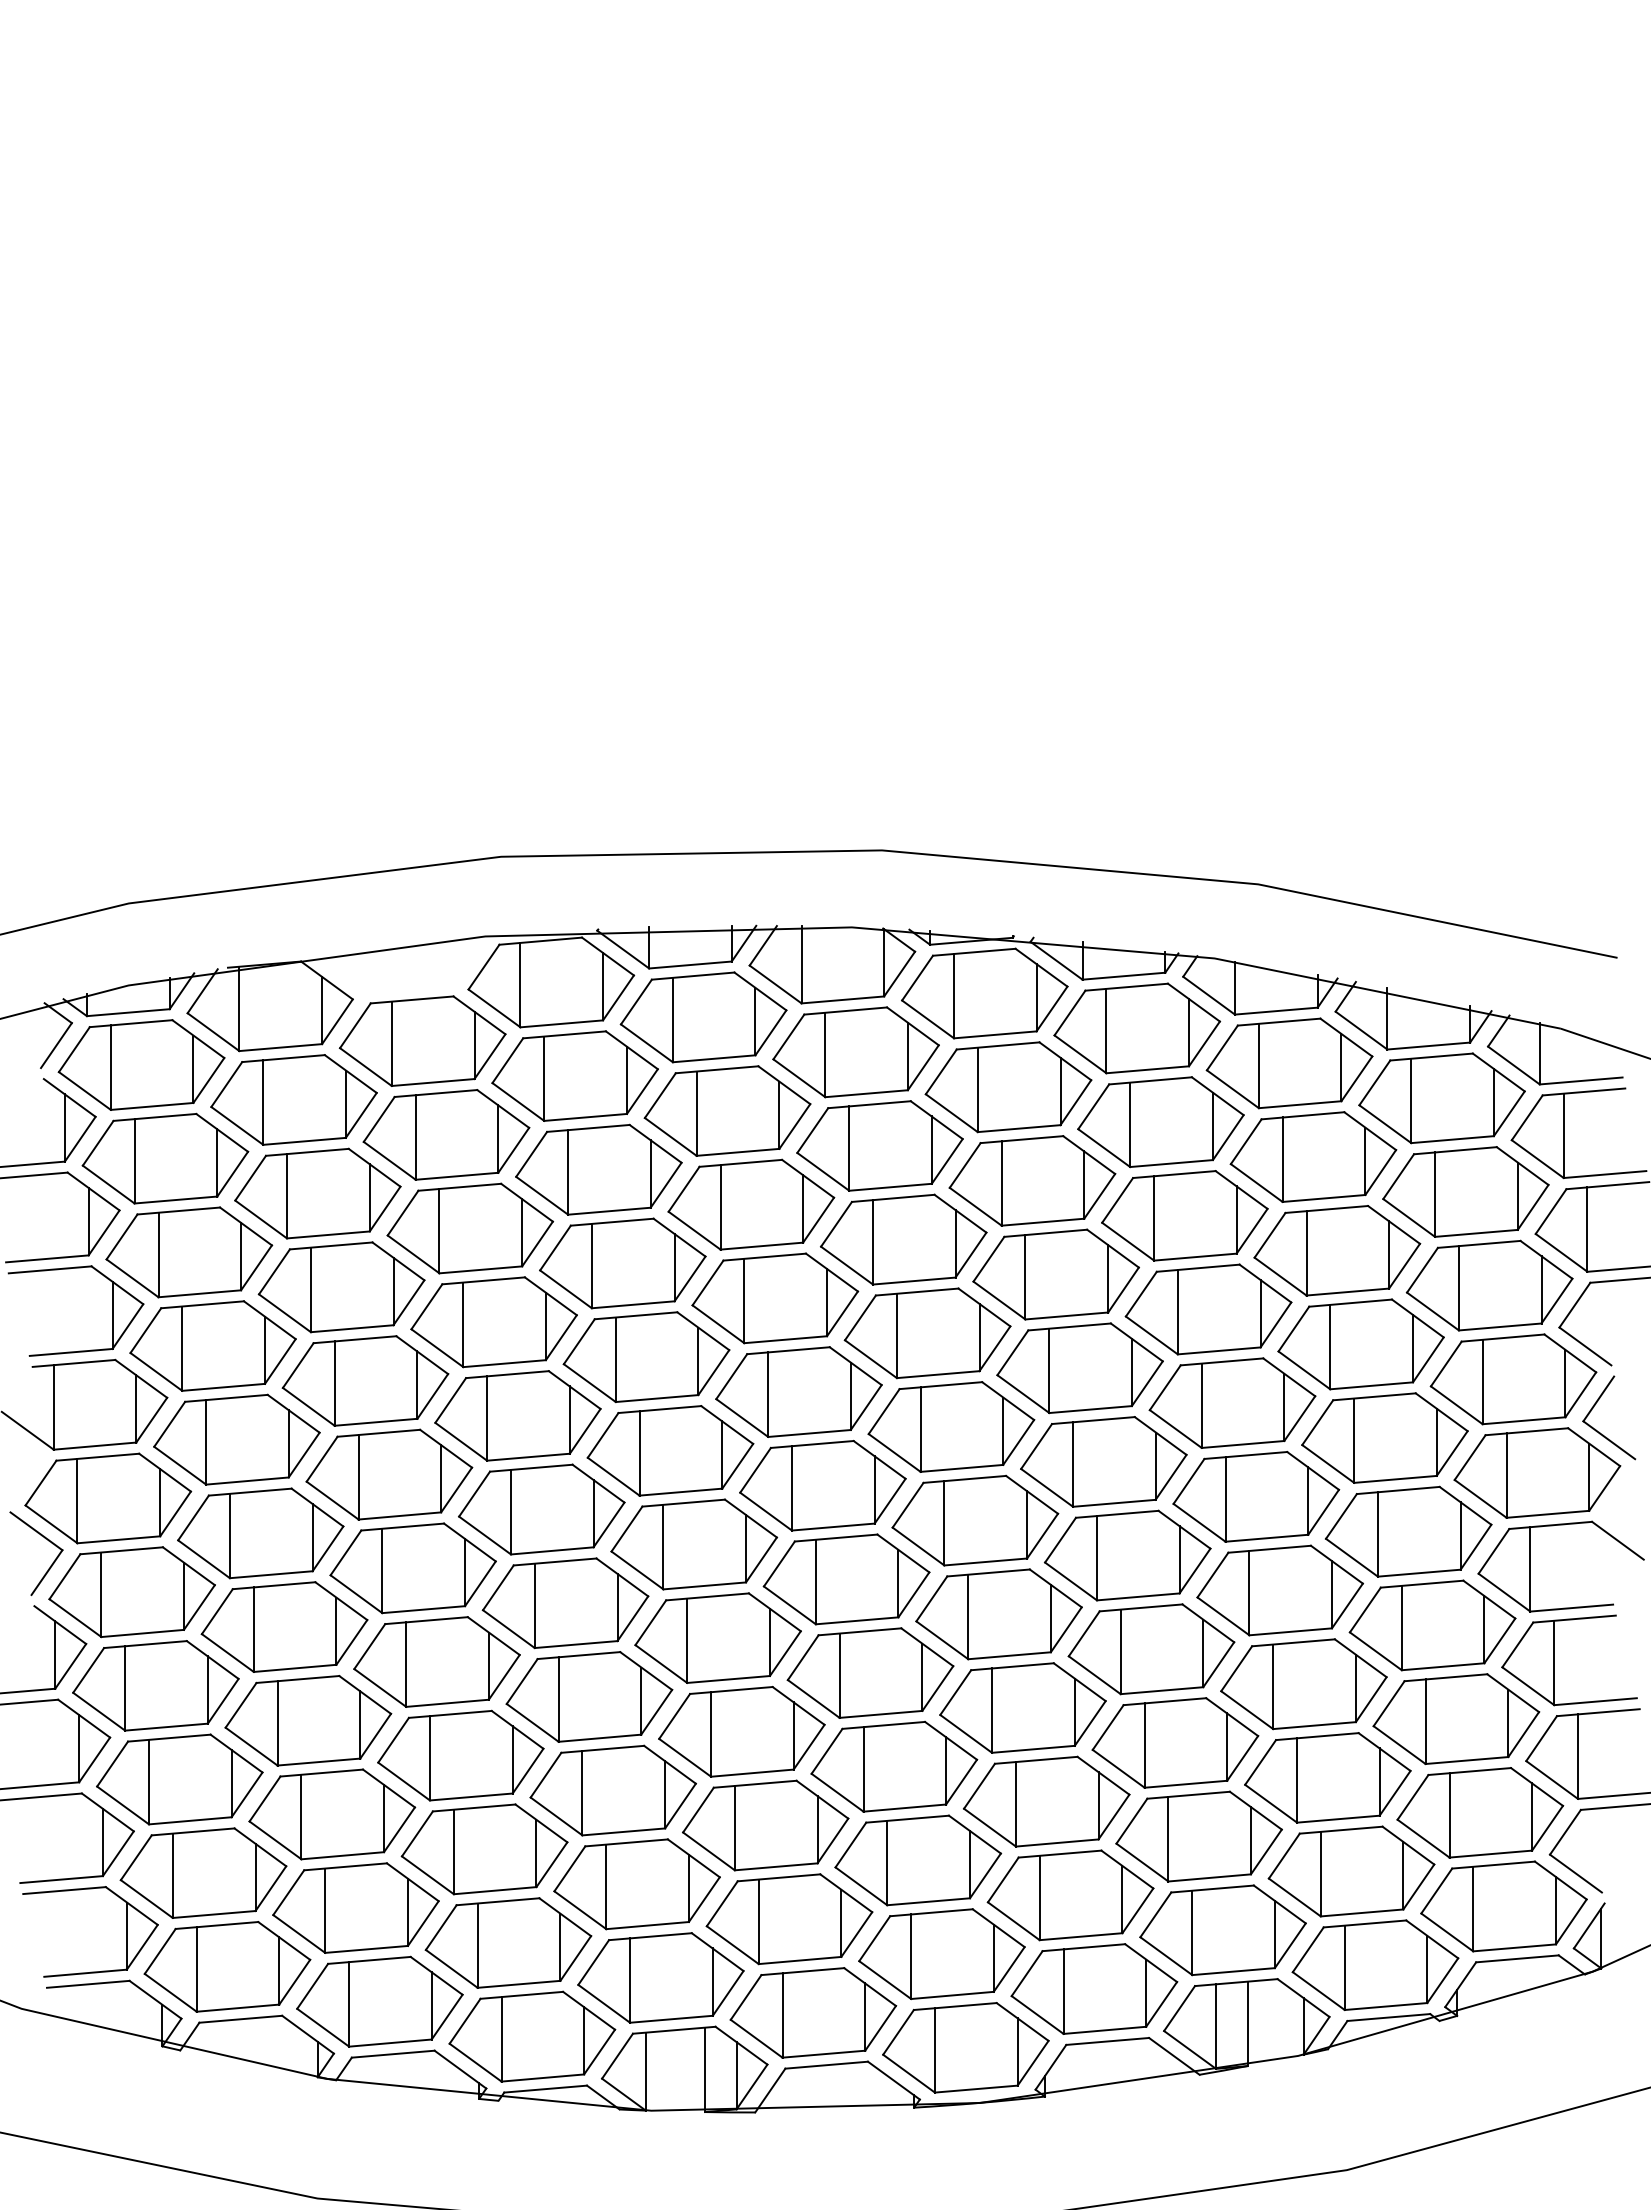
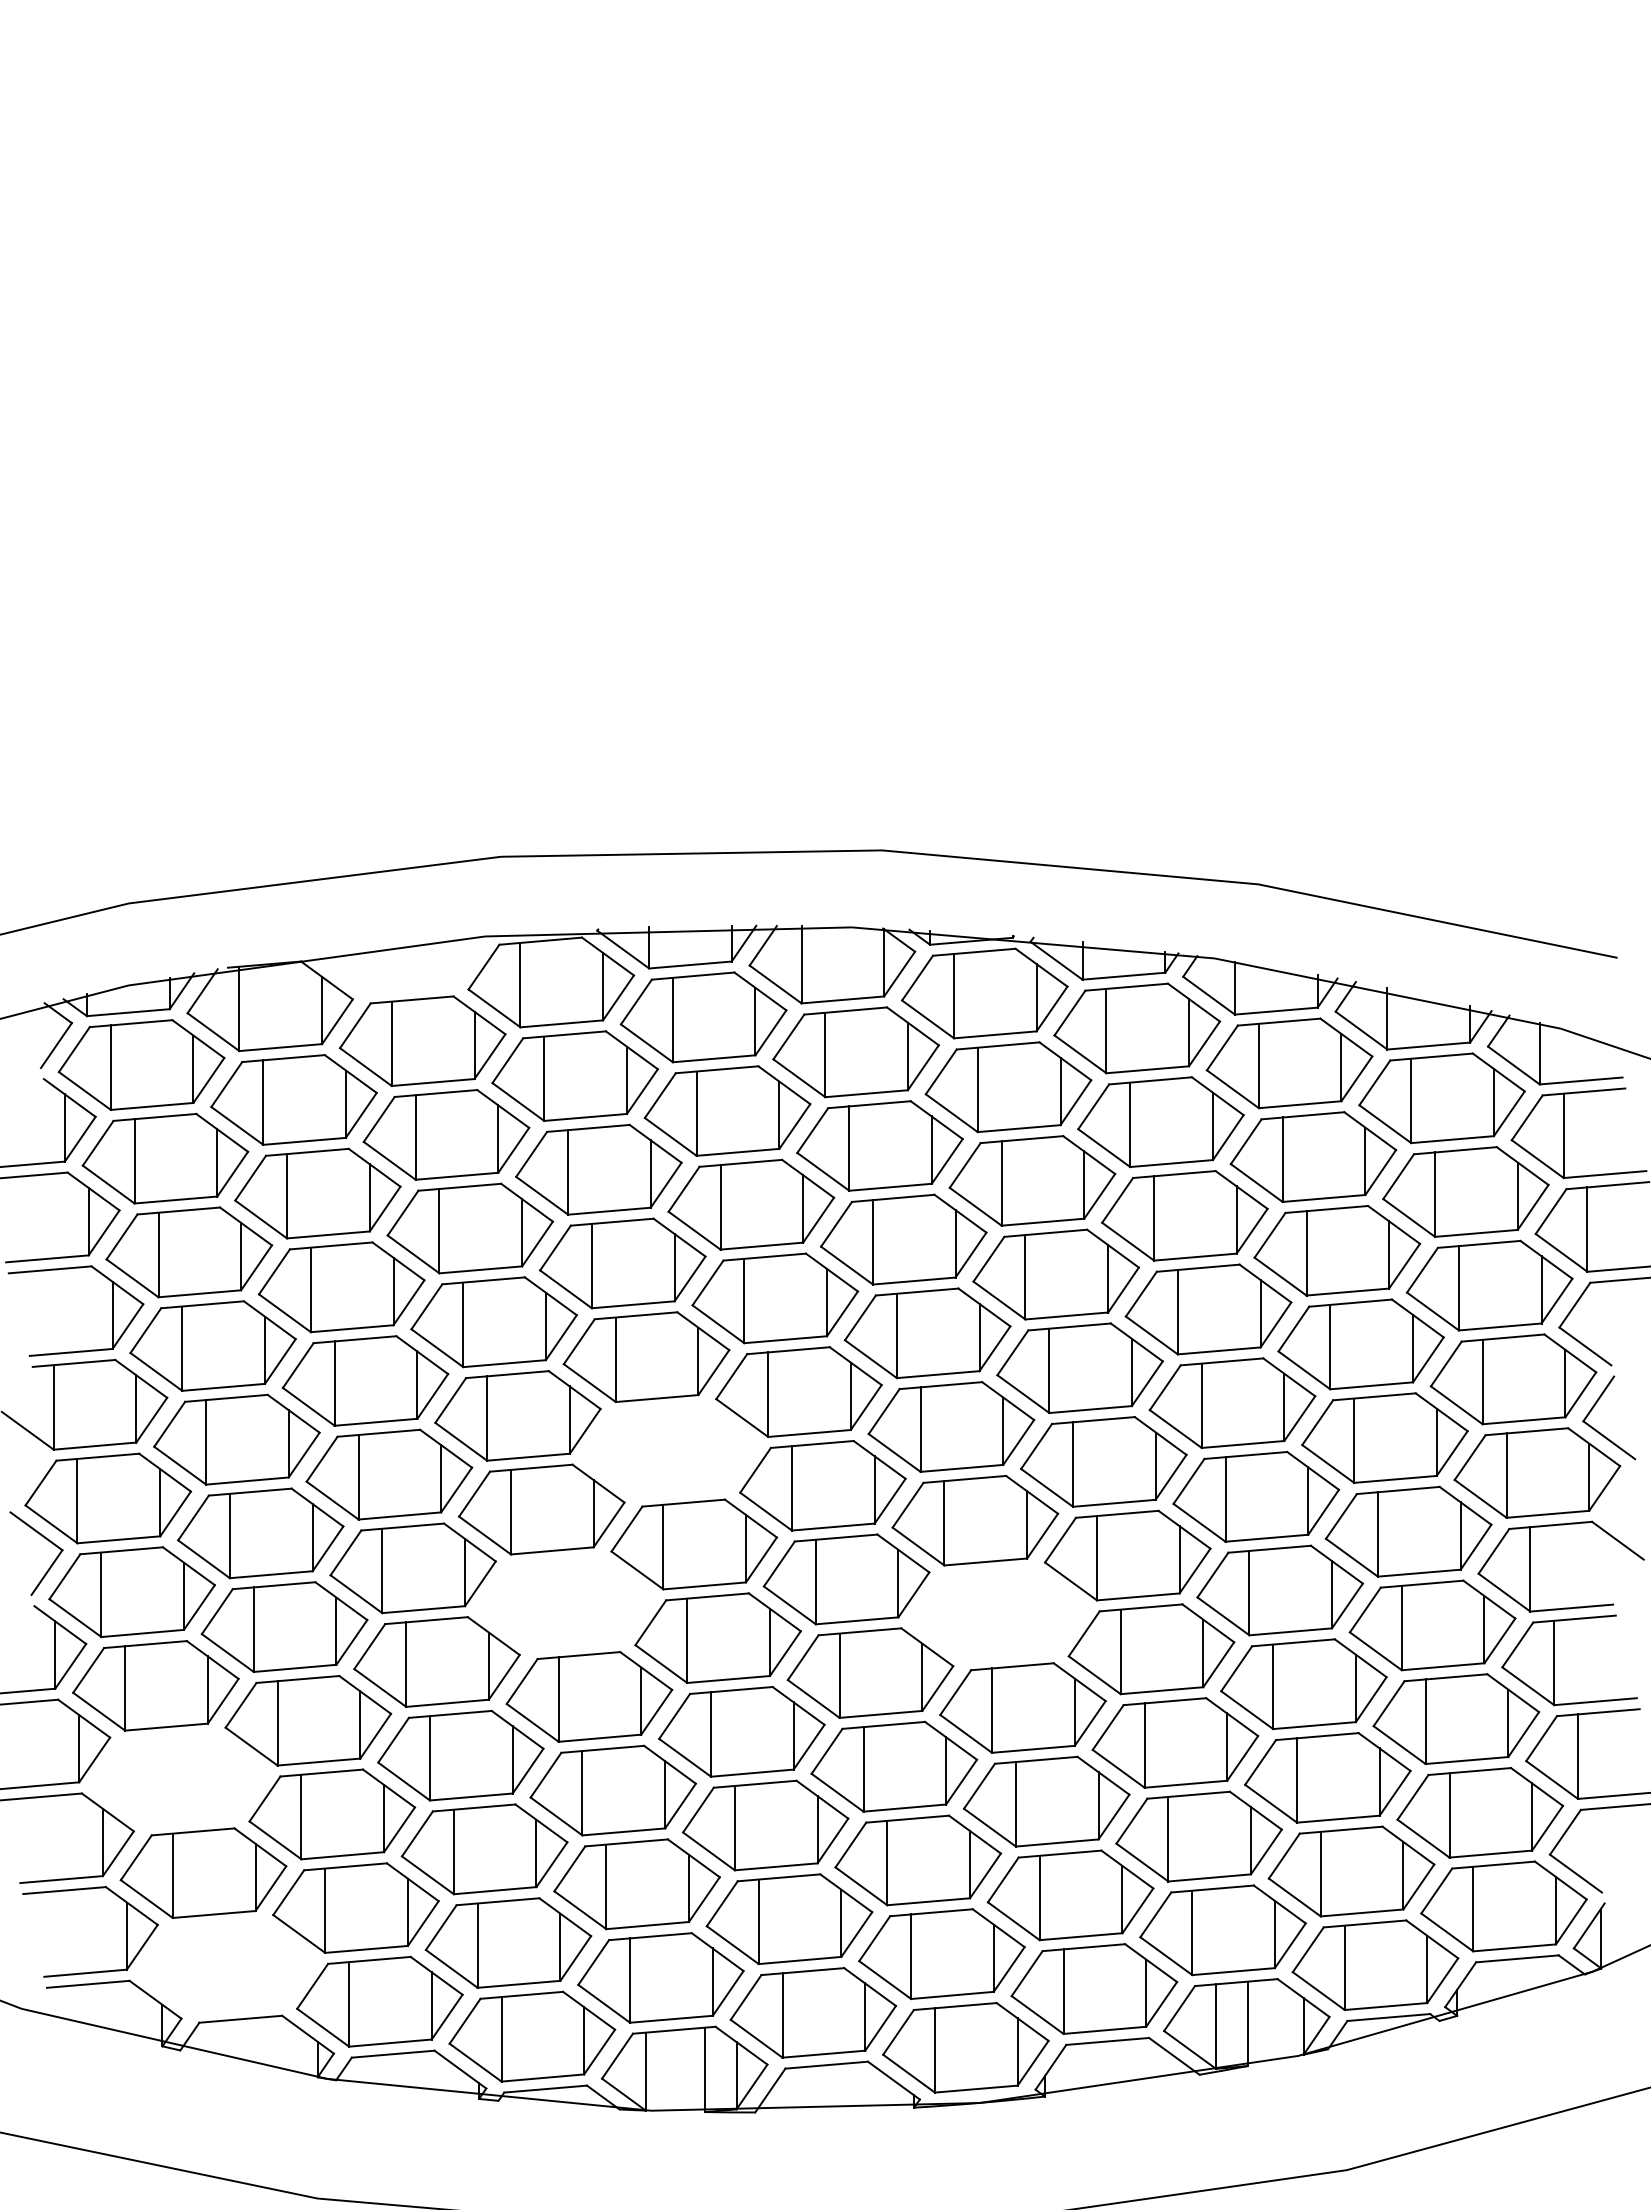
part at (670, 1450): present -> none
part at (565, 1603): present -> none
part at (998, 1614): present -> none
part at (179, 1779): present -> none
part at (227, 1966): present -> none
